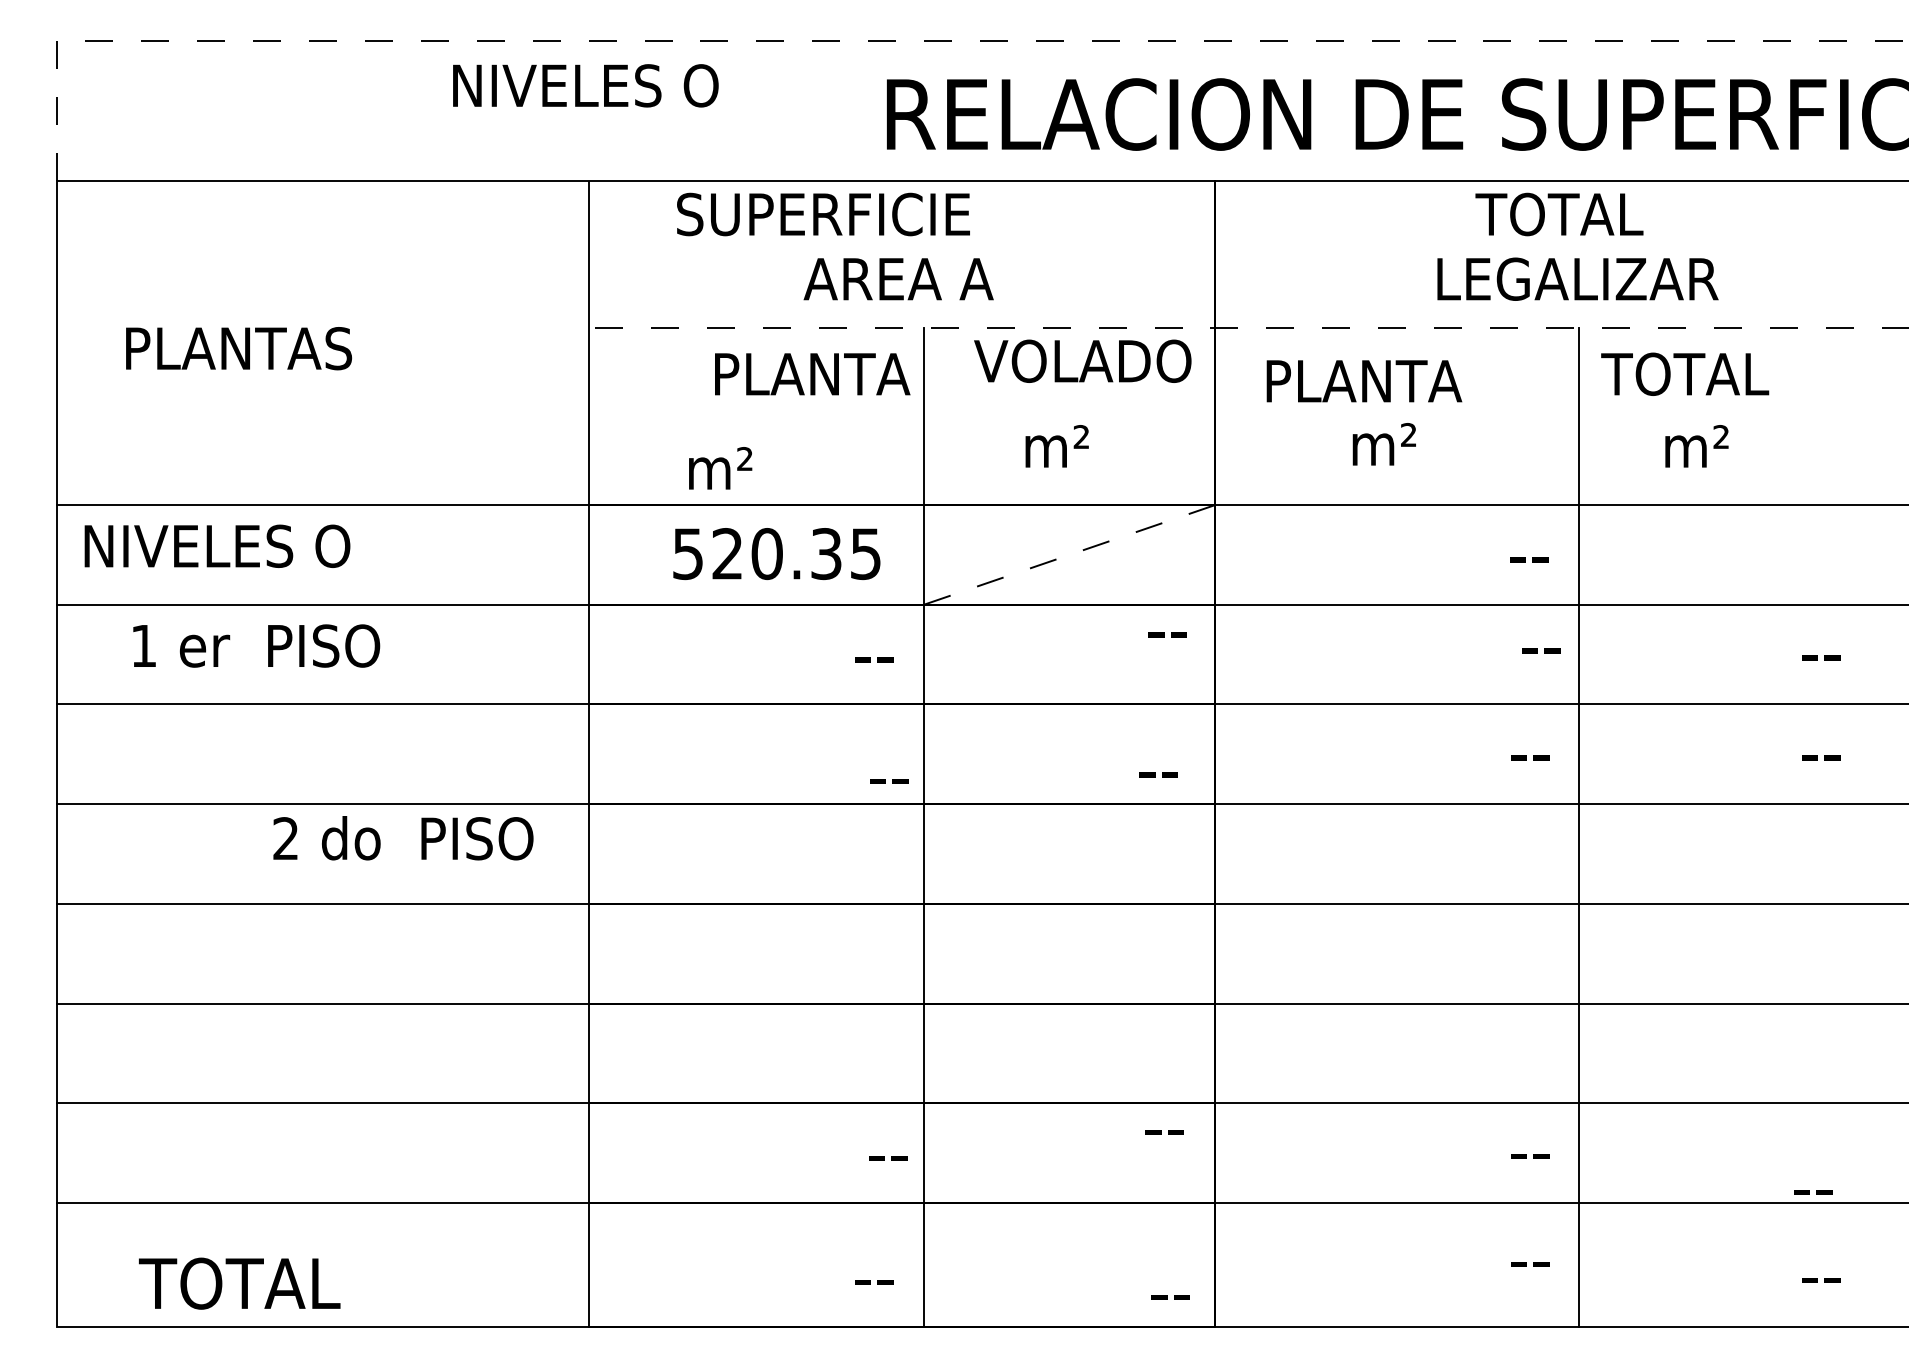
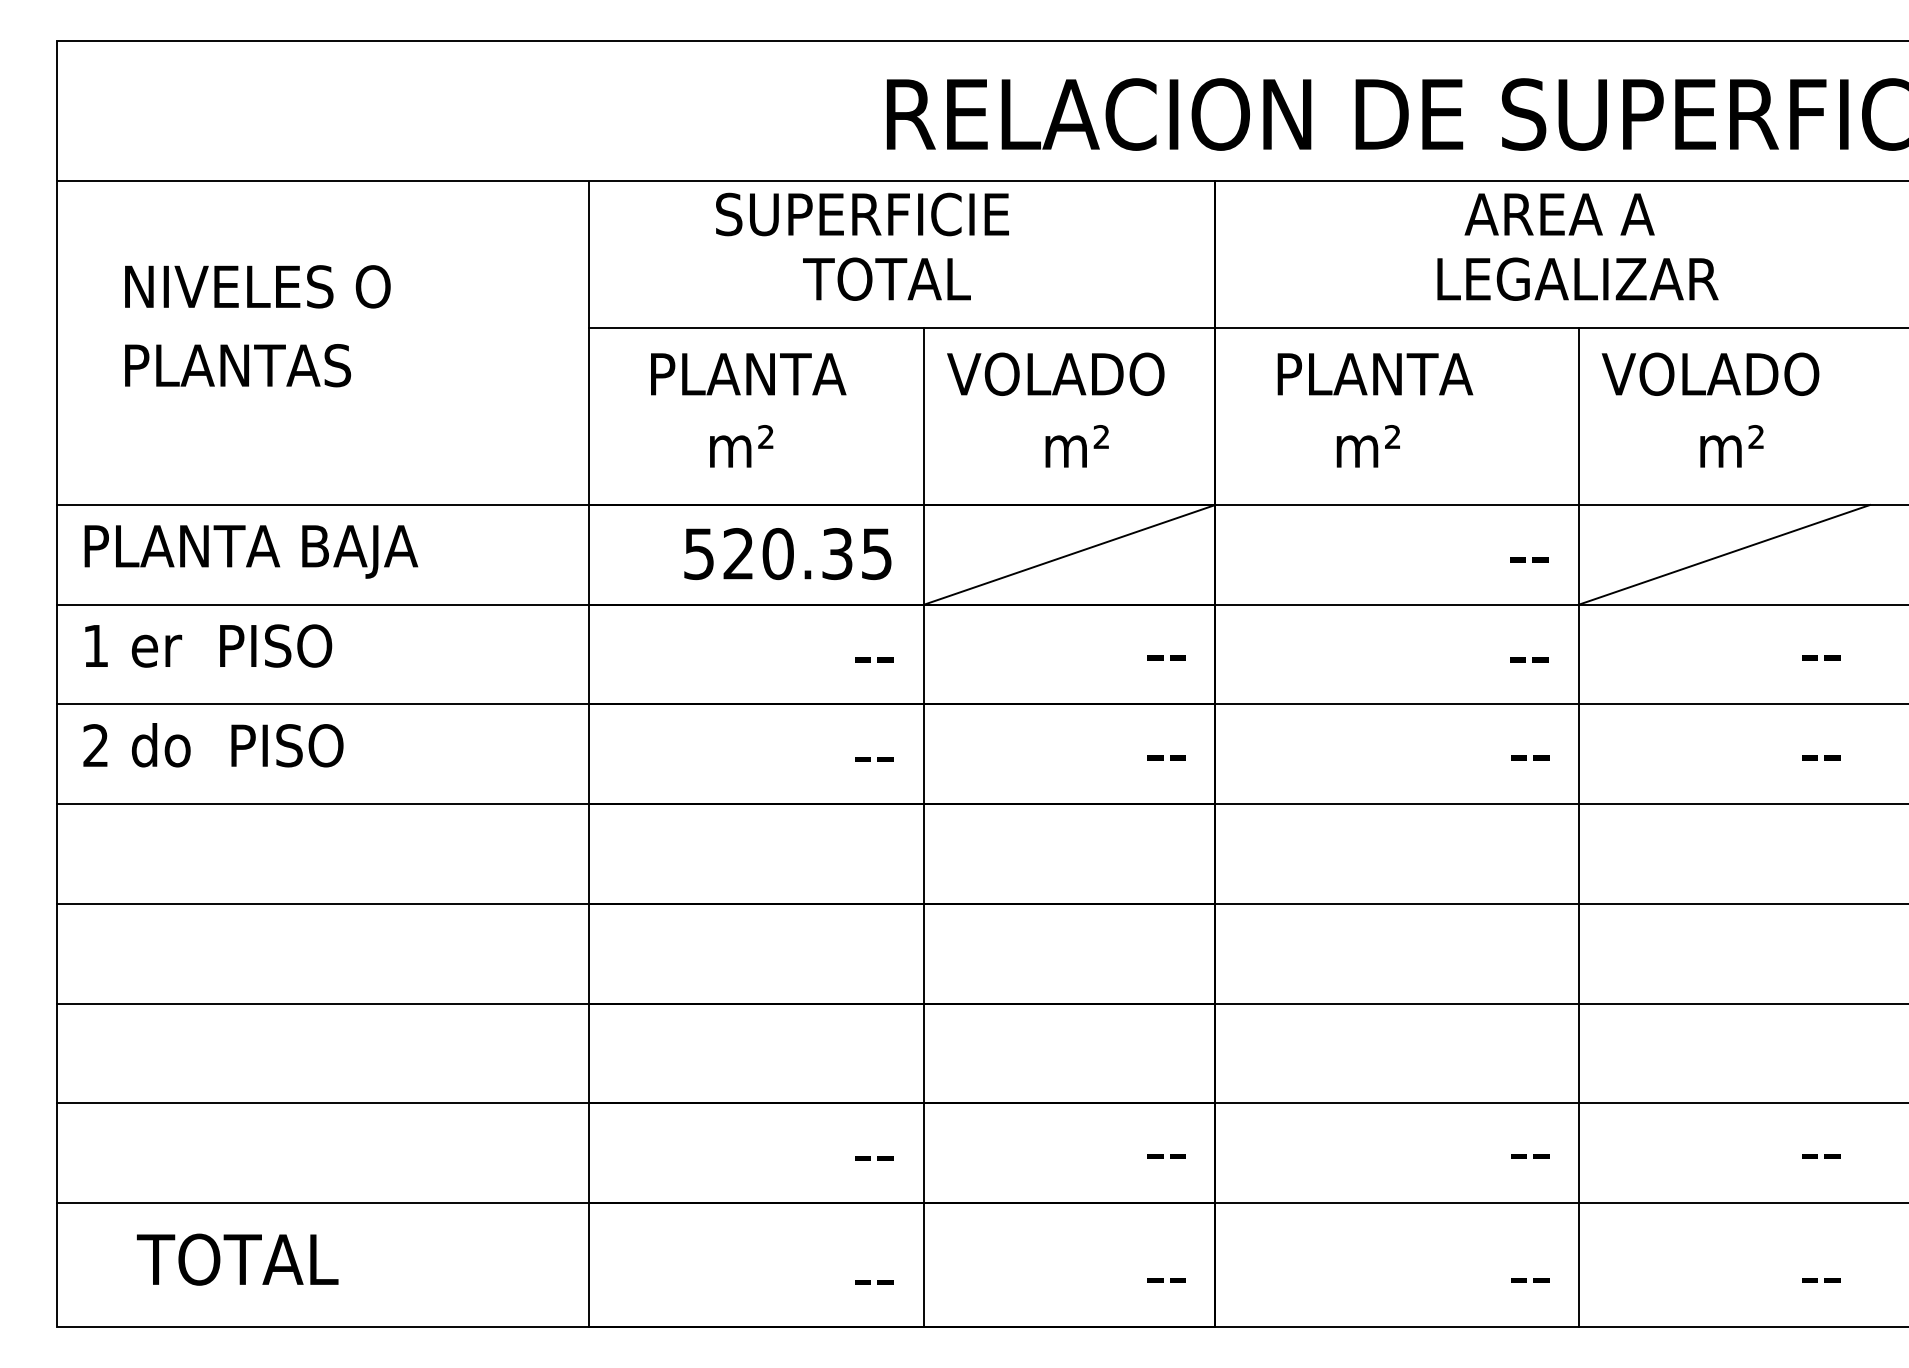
line at (912, 41): dashed -> solid
text at (585, 85) position: (585, 85) -> (257, 286)
text at (823, 214) position: (823, 214) -> (862, 214)
text at (1559, 214): TOTAL -> AREA A
text at (898, 278): AREA A -> TOTAL
line at (1248, 328): dashed -> solid
text at (239, 348) position: (239, 348) -> (238, 365)
text at (1082, 360) position: (1082, 360) -> (1055, 373)
text at (1710, 373): TOTAL -> VOLADO
text at (812, 374) position: (812, 374) -> (748, 374)
text at (1364, 381) position: (1364, 381) -> (1375, 374)
text at (1383, 444) position: (1383, 444) -> (1367, 446)
text at (1056, 446) position: (1056, 446) -> (1076, 446)
text at (1696, 446) position: (1696, 446) -> (1731, 446)
text at (720, 468) position: (720, 468) -> (741, 446)
text at (253, 551): NIVELES O -> PLANTA BAJA
text at (776, 553) position: (776, 553) -> (787, 553)
line at (1069, 554): dashed -> solid
line at (1724, 554): none -> present
text at (1167, 634) position: (1167, 634) -> (1166, 657)
text at (256, 645) position: (256, 645) -> (208, 645)
text at (1541, 650) position: (1541, 650) -> (1529, 659)
text at (1158, 774) position: (1158, 774) -> (1166, 757)
text at (889, 781) position: (889, 781) -> (874, 759)
text at (403, 838) position: (403, 838) -> (213, 745)
text at (1164, 1132) position: (1164, 1132) -> (1166, 1156)
text at (888, 1158) position: (888, 1158) -> (874, 1158)
text at (1813, 1192) position: (1813, 1192) -> (1821, 1156)
text at (1530, 1264) position: (1530, 1264) -> (1530, 1280)
text at (239, 1283) position: (239, 1283) -> (237, 1259)
text at (1170, 1297) position: (1170, 1297) -> (1166, 1280)
